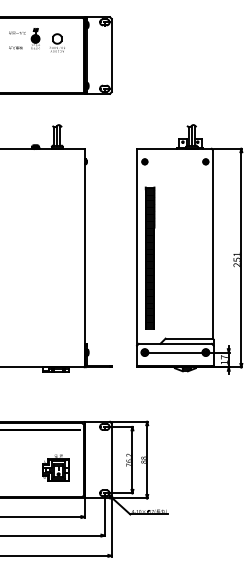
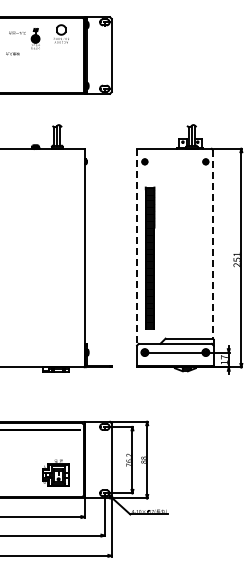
part at (57, 42) position: (57, 42) -> (61, 33)
text at (15, 47) position: (15, 47) -> (12, 53)
line at (212, 244): solid -> dashed
line at (137, 247): solid -> dashed
part at (55, 467) position: (55, 467) -> (55, 472)
